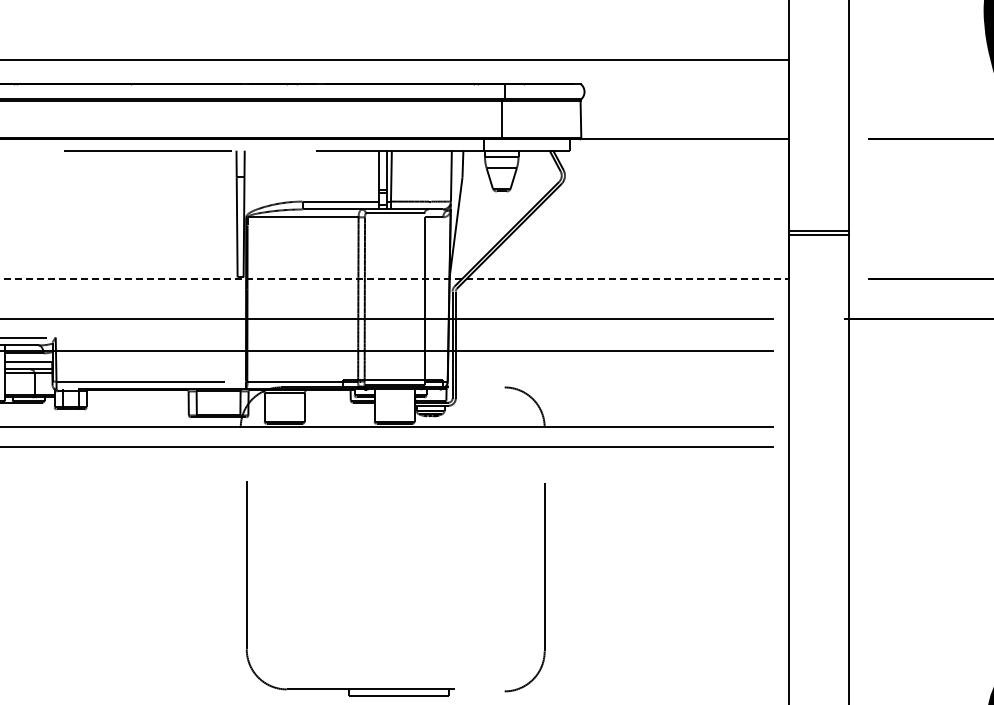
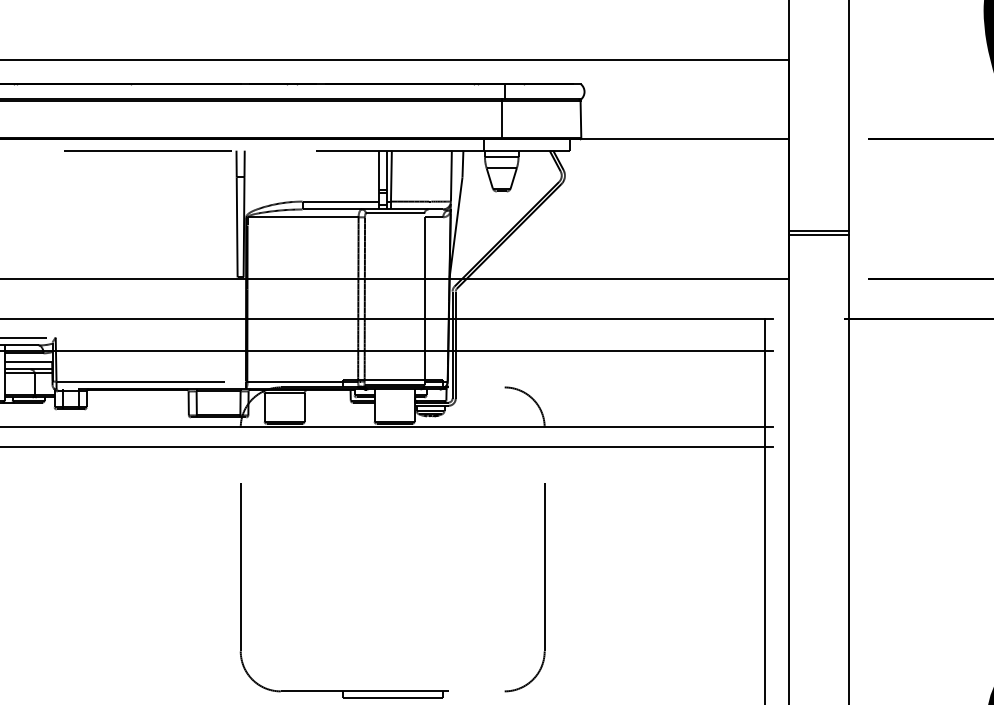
line at (394, 279): dashed -> solid
line at (764, 510): none -> present
part at (349, 688) position: (349, 688) -> (343, 690)
